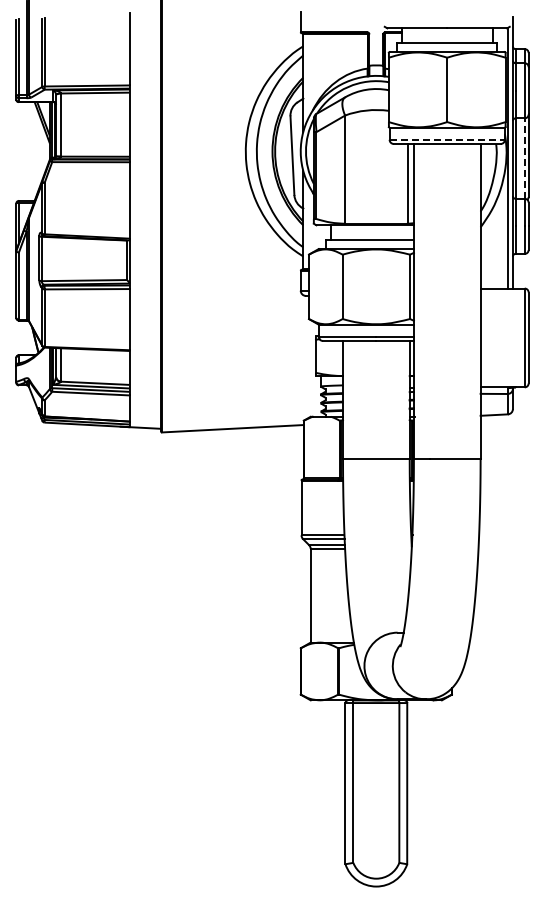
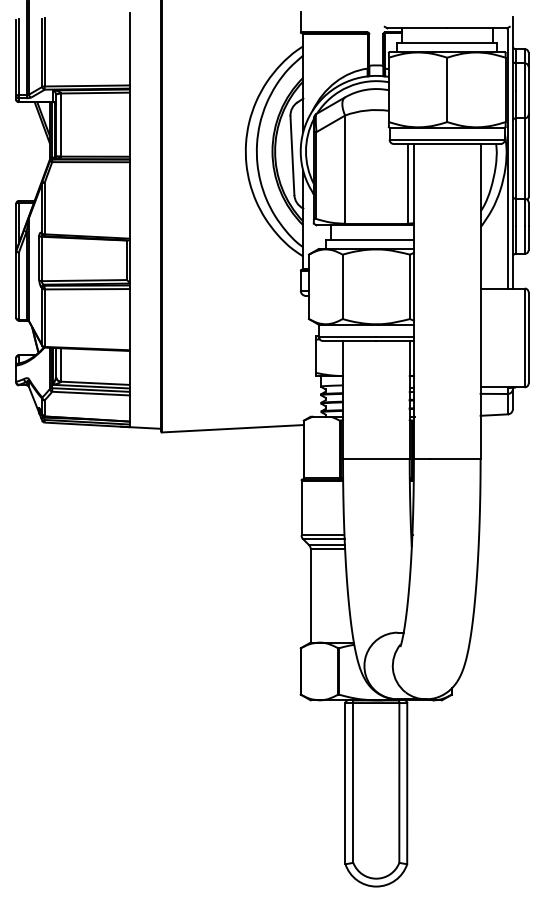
line at (447, 139): dashed -> solid
line at (524, 158): dashed -> solid
